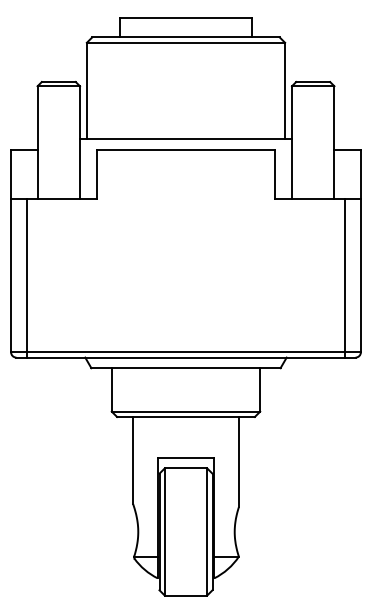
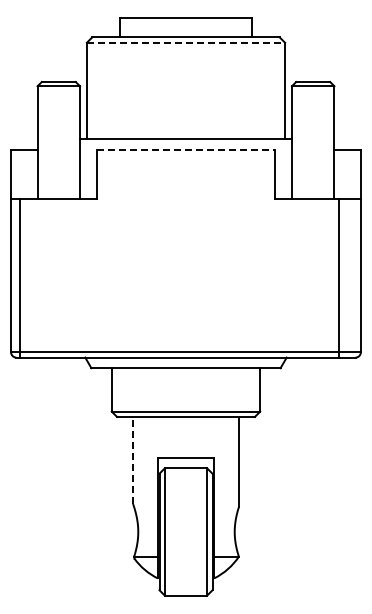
line at (186, 42): solid -> dashed
line at (186, 149): solid -> dashed
line at (27, 277) position: (27, 277) -> (20, 277)
line at (344, 277) position: (344, 277) -> (338, 277)
line at (133, 460): solid -> dashed
